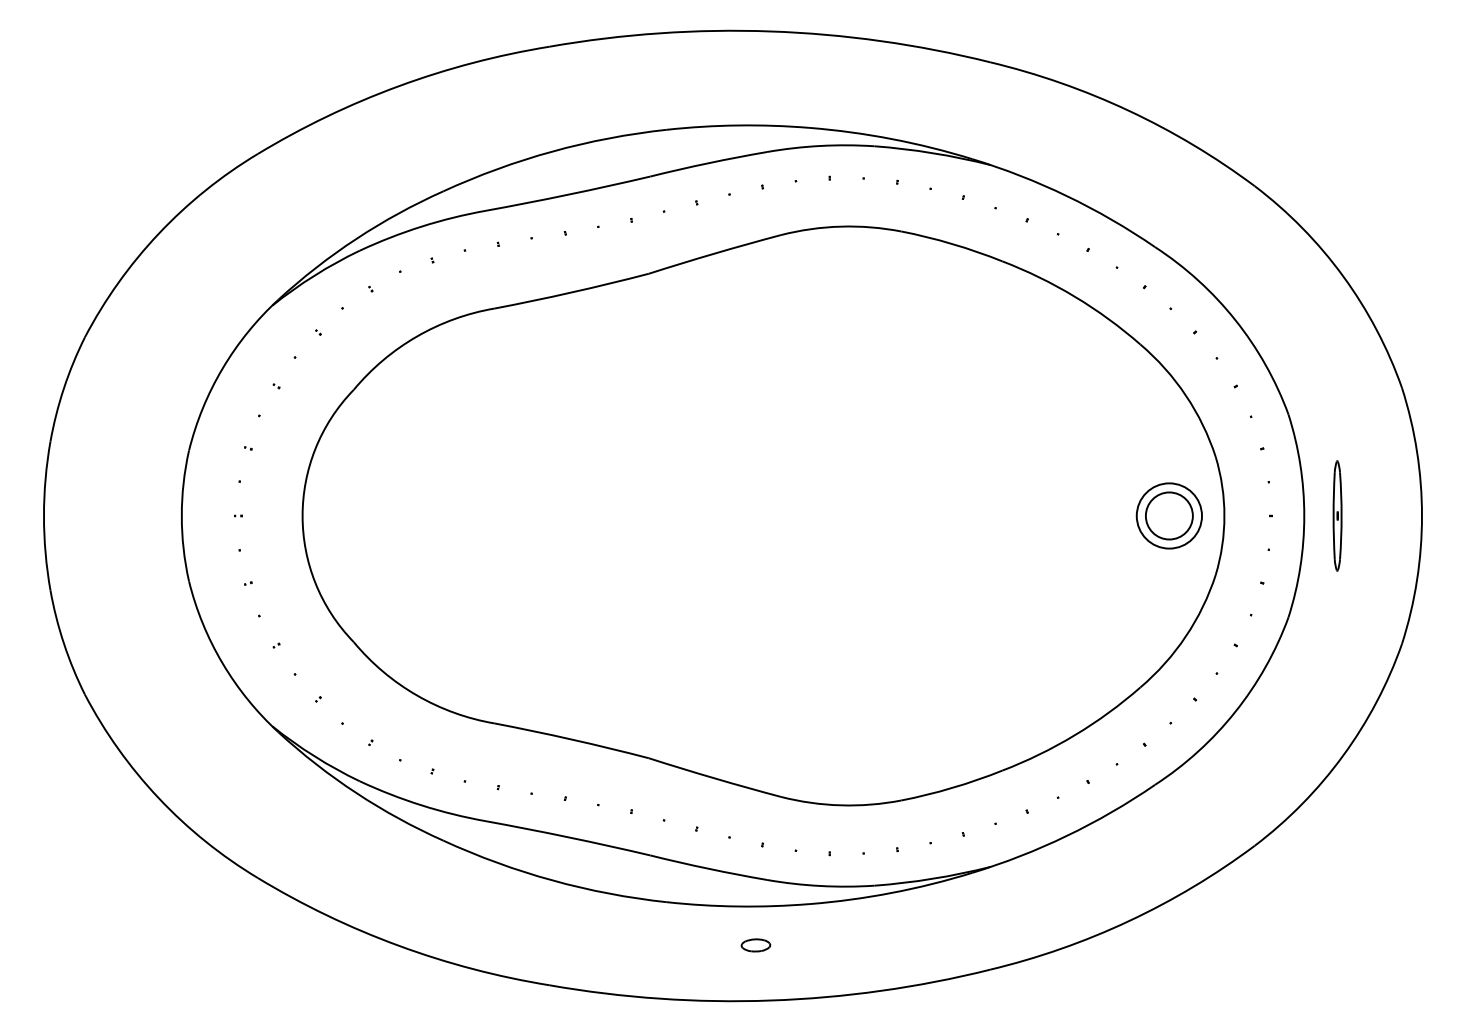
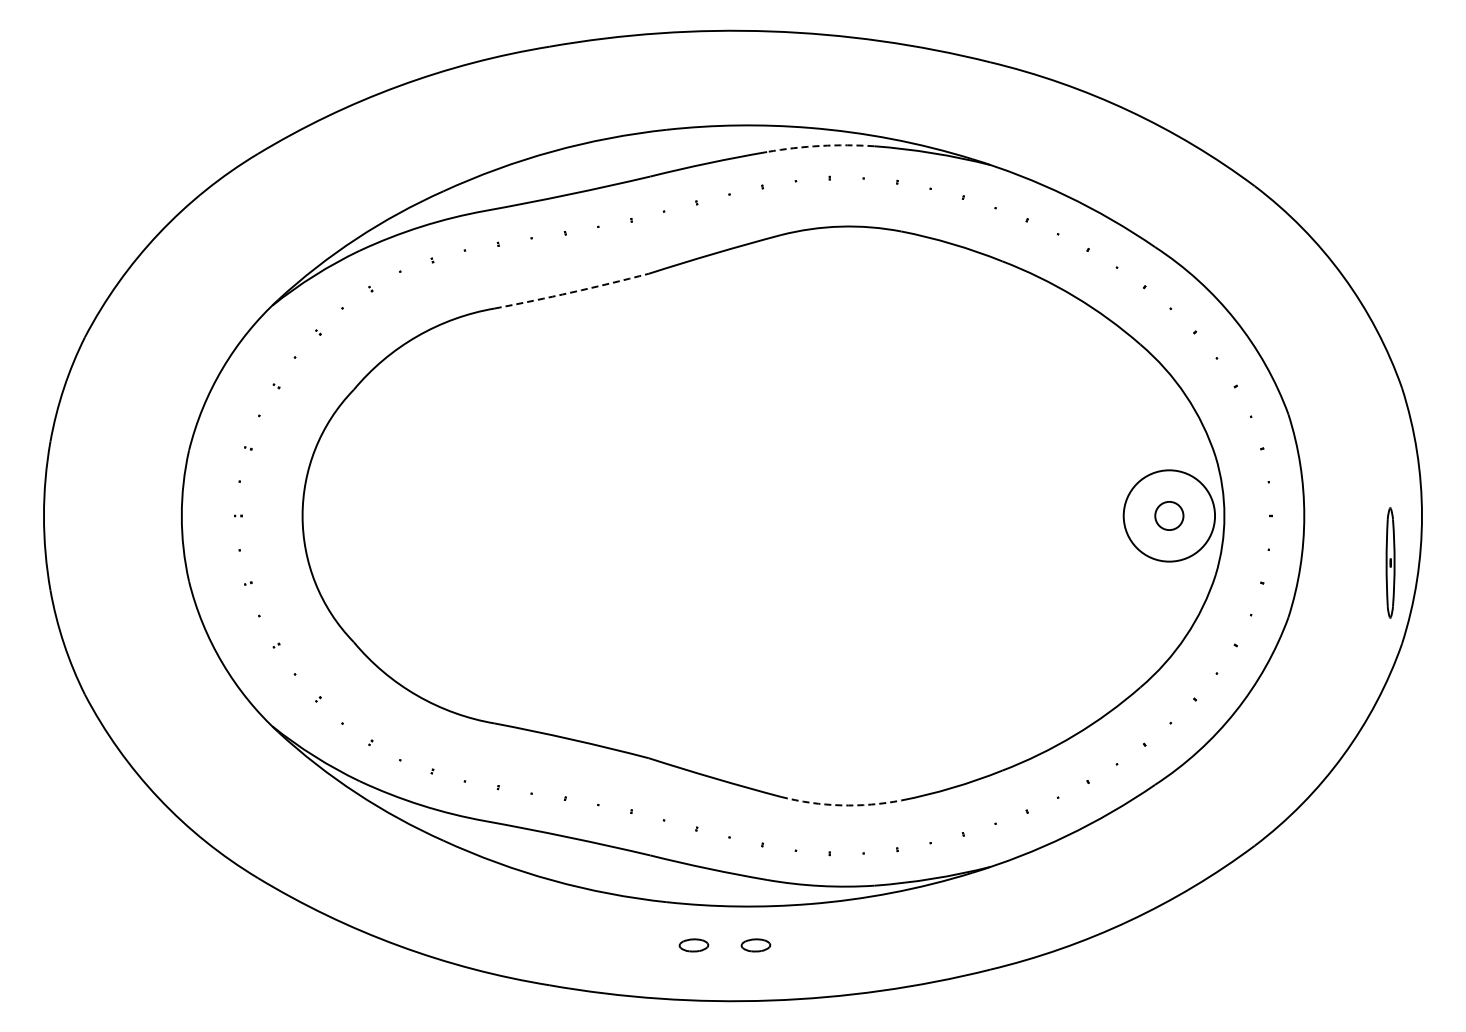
arc at (820, 145): solid -> dashed
arc at (572, 292): solid -> dashed
circle at (1168, 515) diameter: 47 px -> 28 px
circle at (1169, 515) diameter: 65 px -> 91 px
part at (1337, 515) position: (1337, 515) -> (1390, 562)
arc at (840, 805): solid -> dashed
part at (693, 945): none -> present
